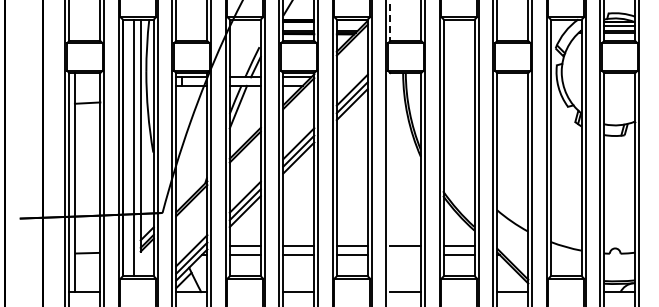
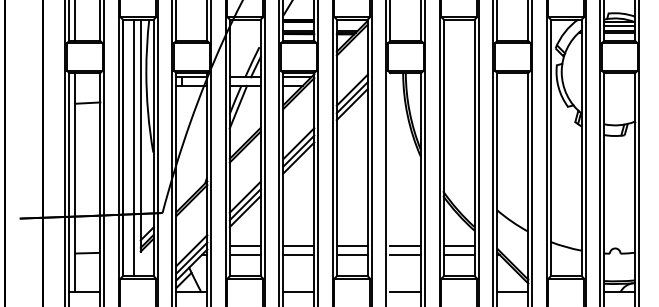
line at (390, 20): dashed -> solid
line at (74, 21): none -> present
line at (405, 254): none -> present
